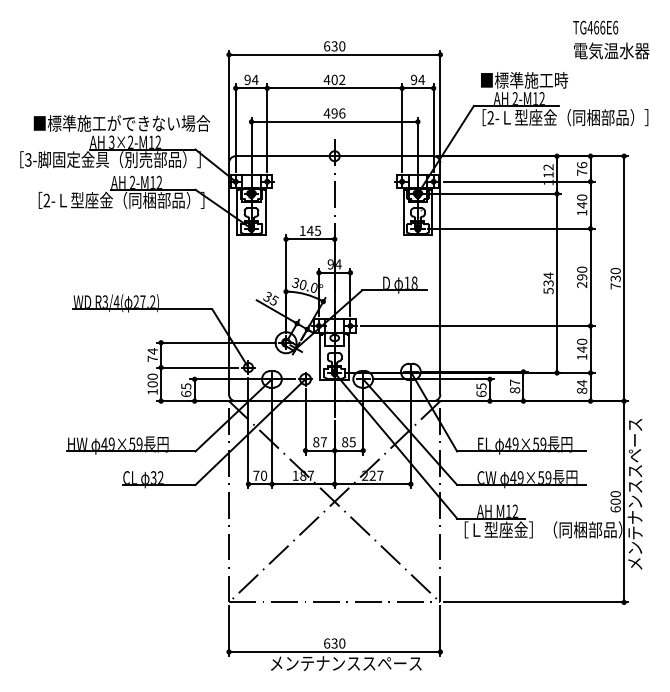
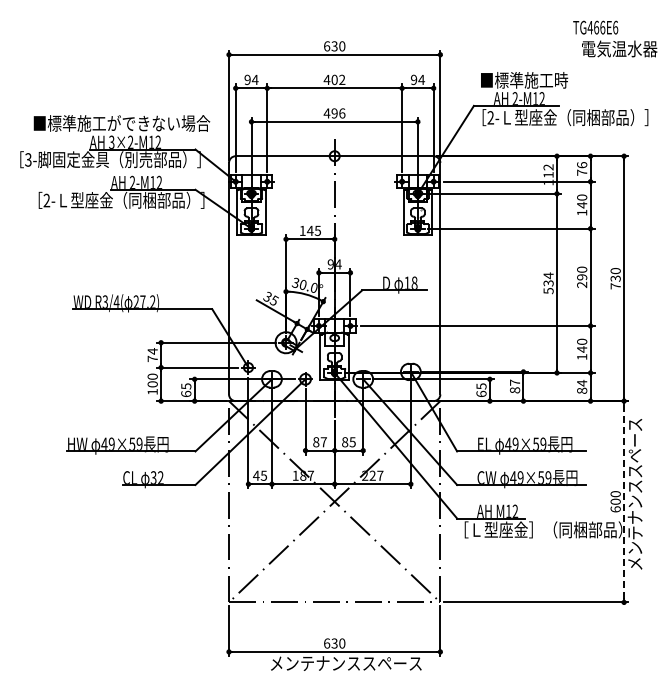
text at (611, 50) position: (611, 50) -> (619, 48)
text at (260, 475): 70 -> 45
line at (624, 501): solid -> dashed
